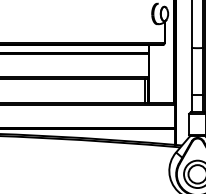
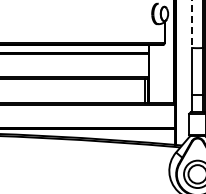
line at (192, 24): solid -> dashed
